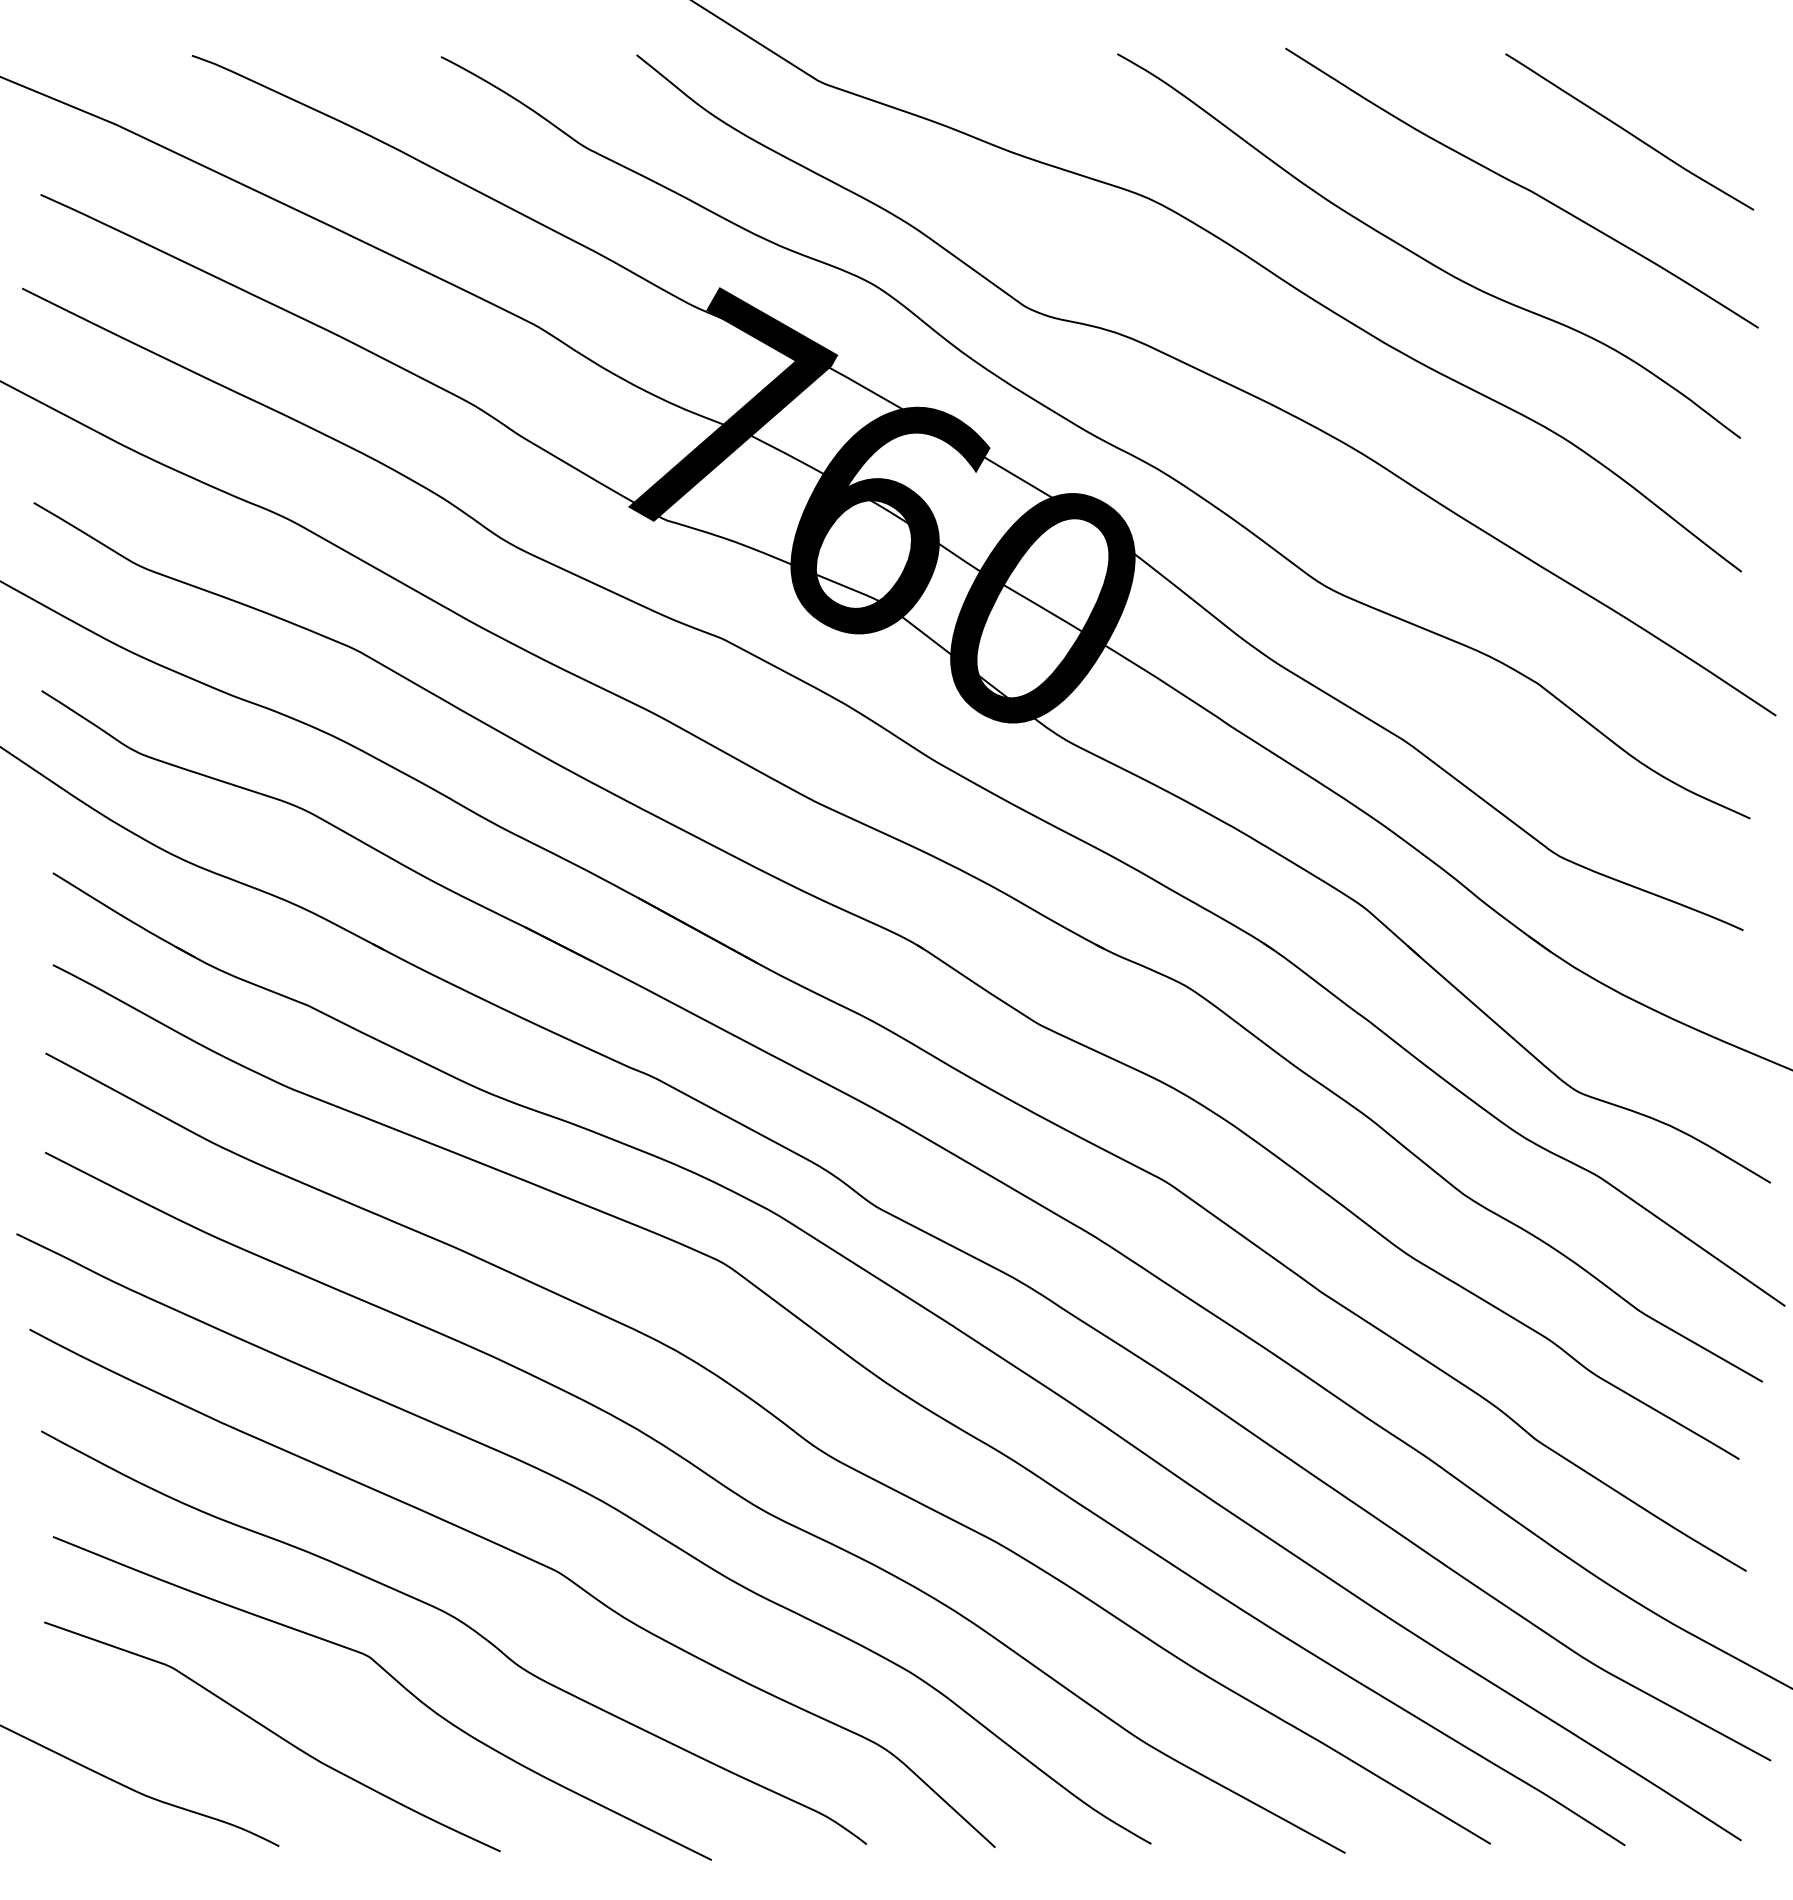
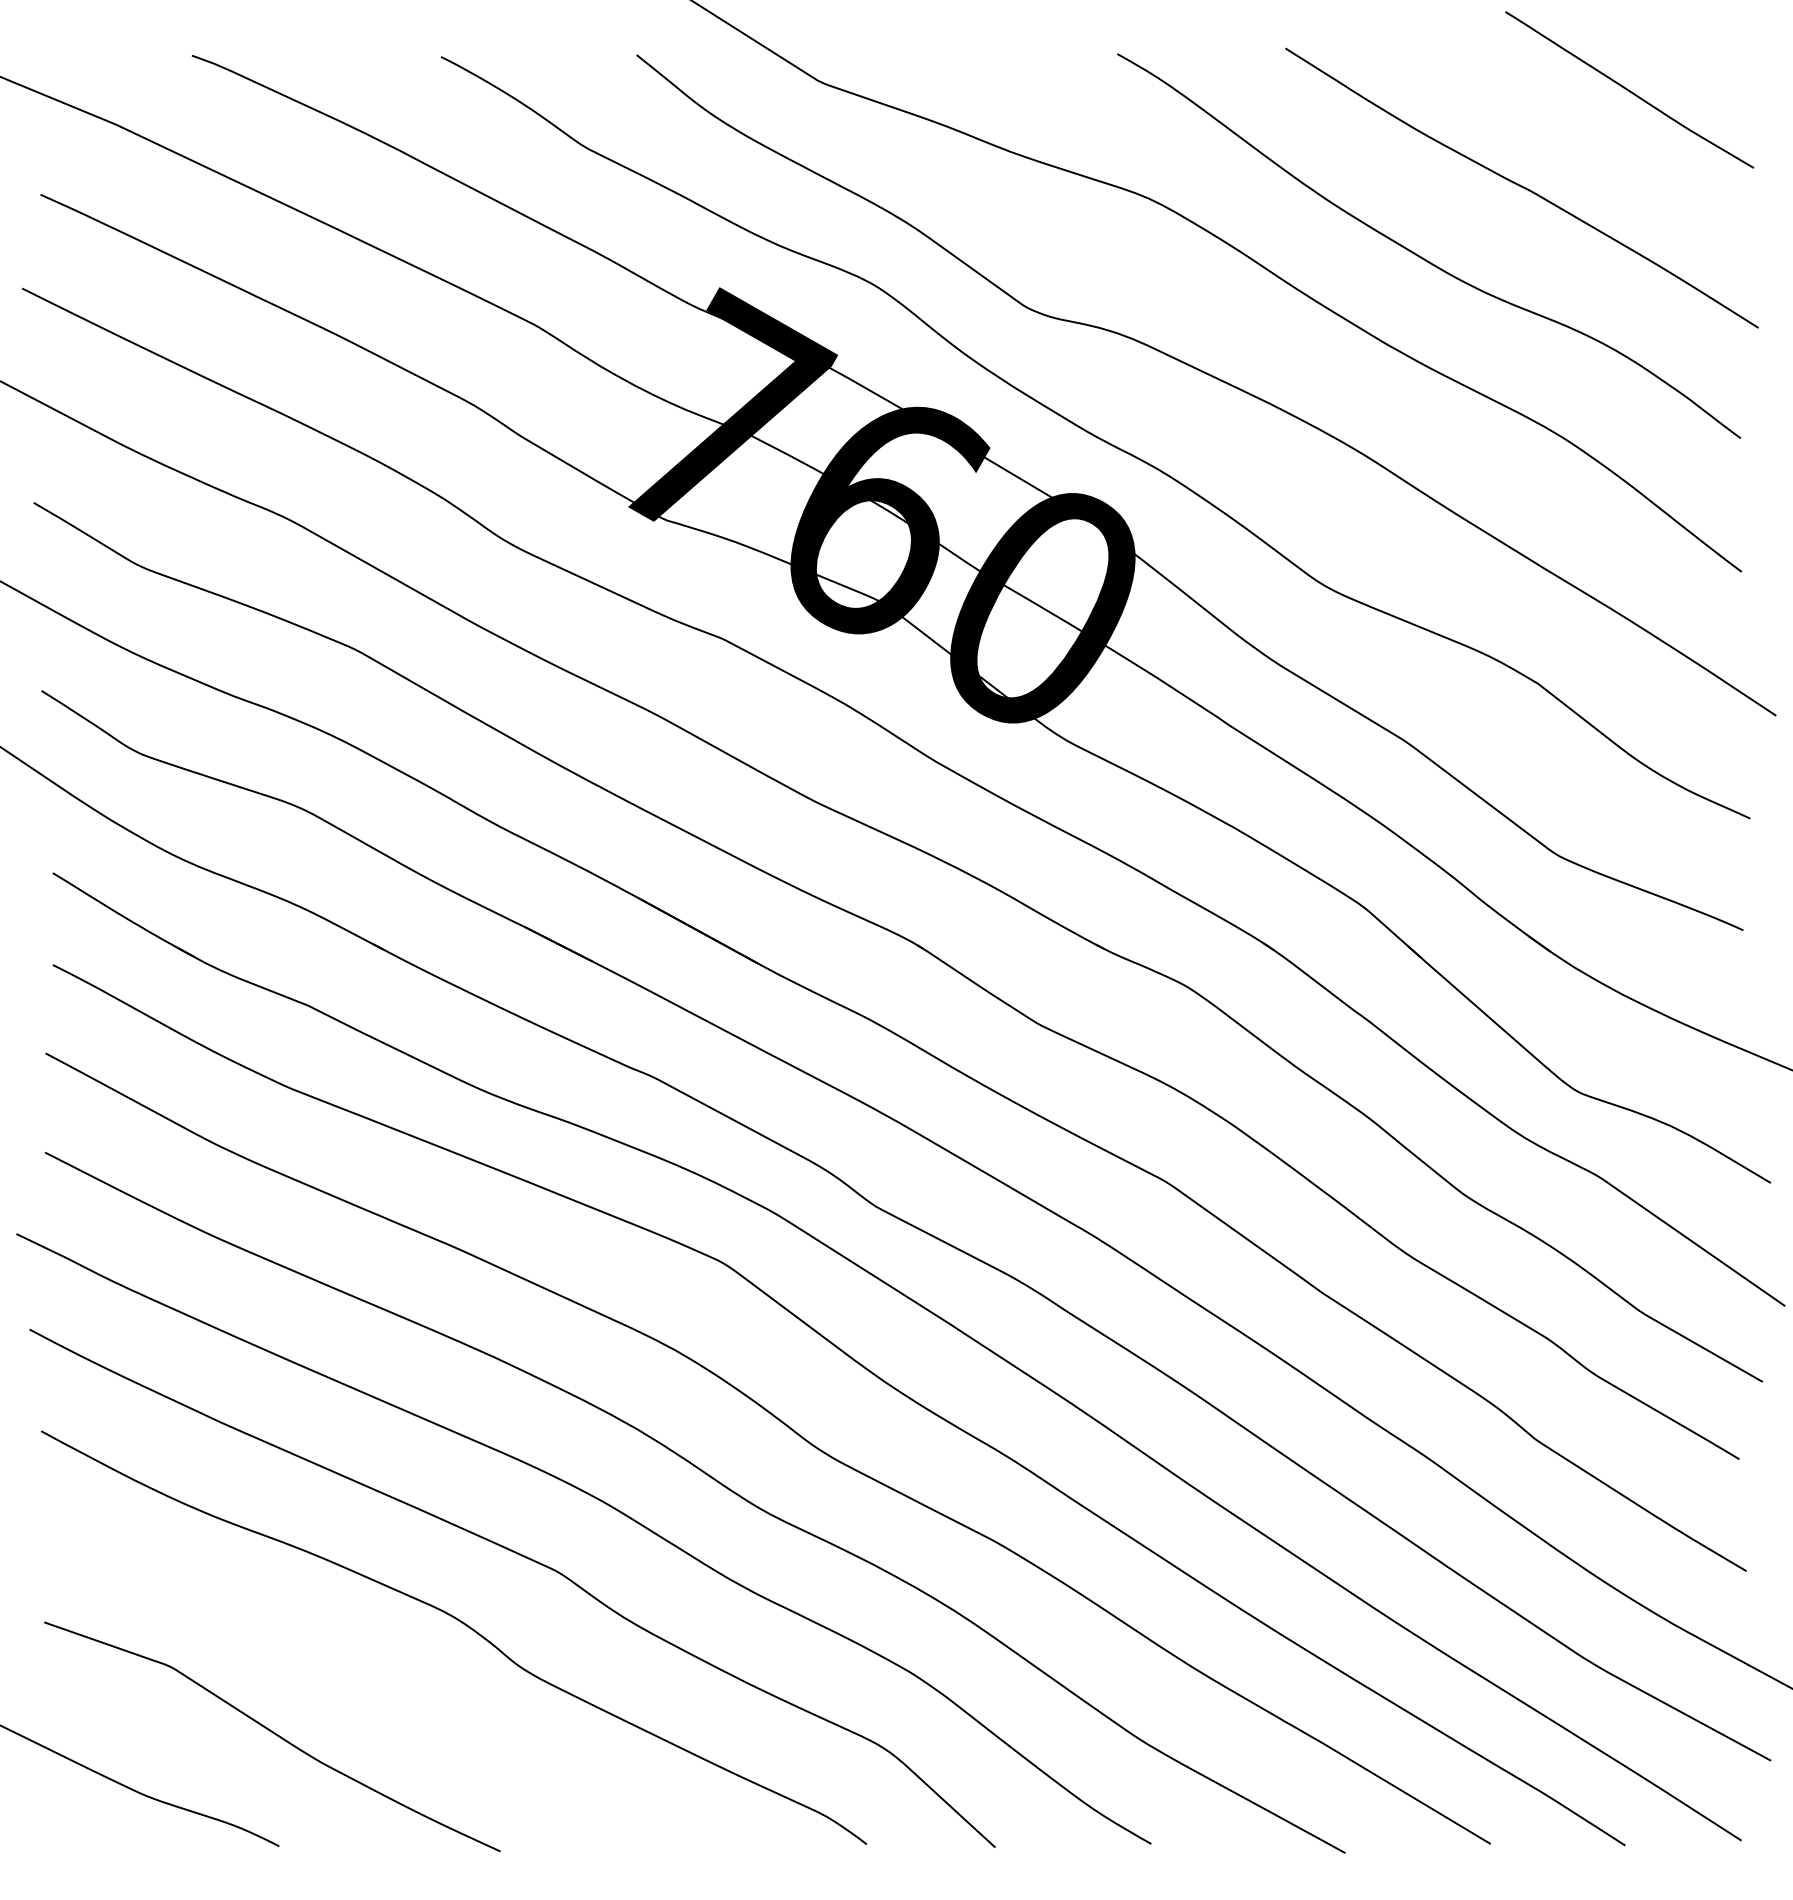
curve at (1628, 131) position: (1628, 131) -> (1628, 89)
curve at (394, 1680): present -> none
